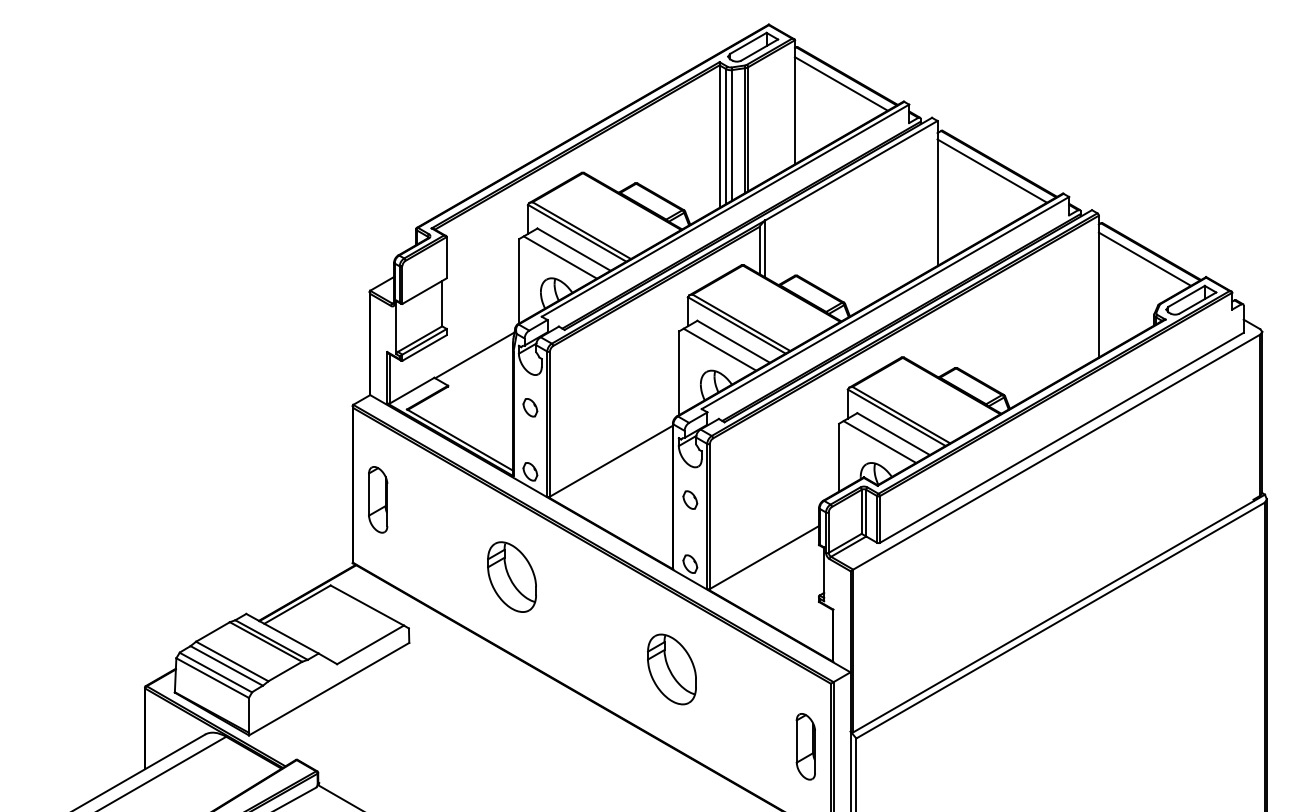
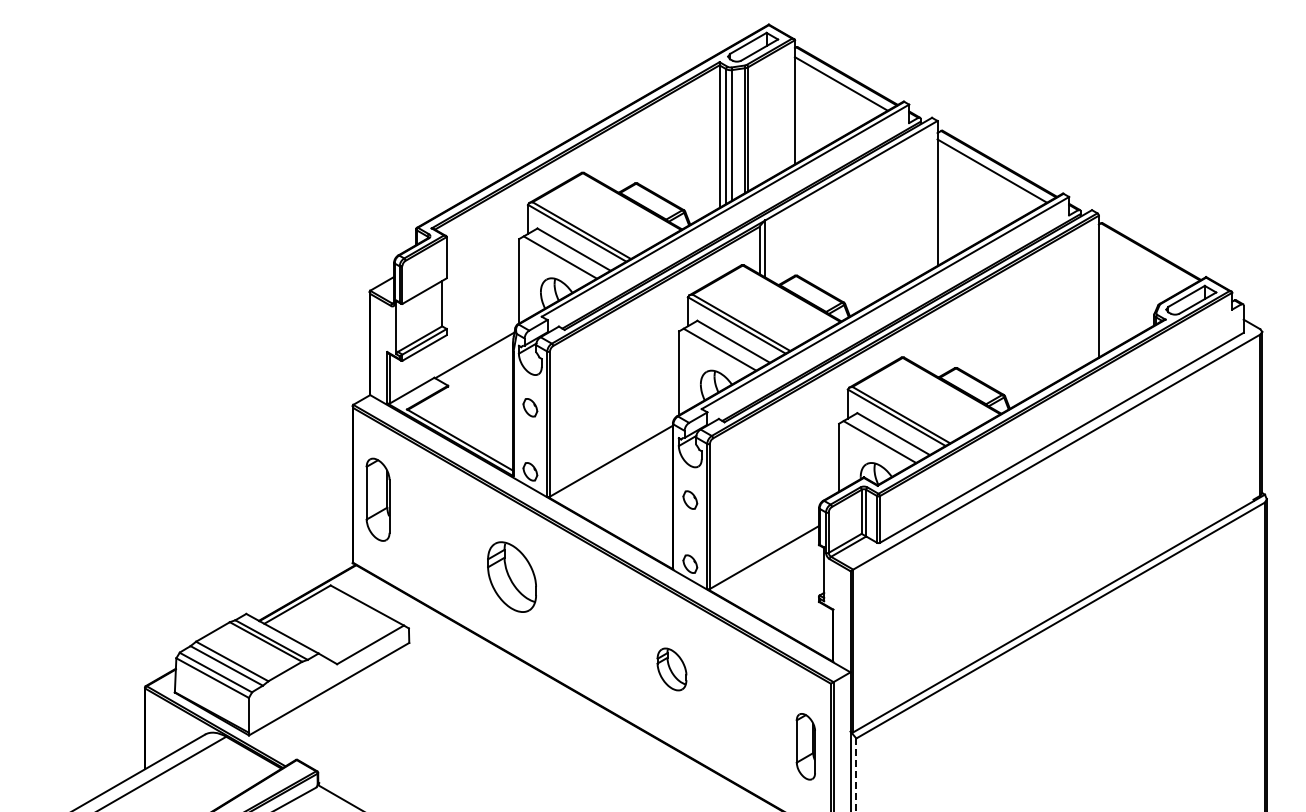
line at (1144, 258): present -> none
part at (378, 499) size: 21x68 px -> 26x85 px
part at (671, 669) size: 50x73 px -> 32x45 px
line at (856, 775): solid -> dashed
